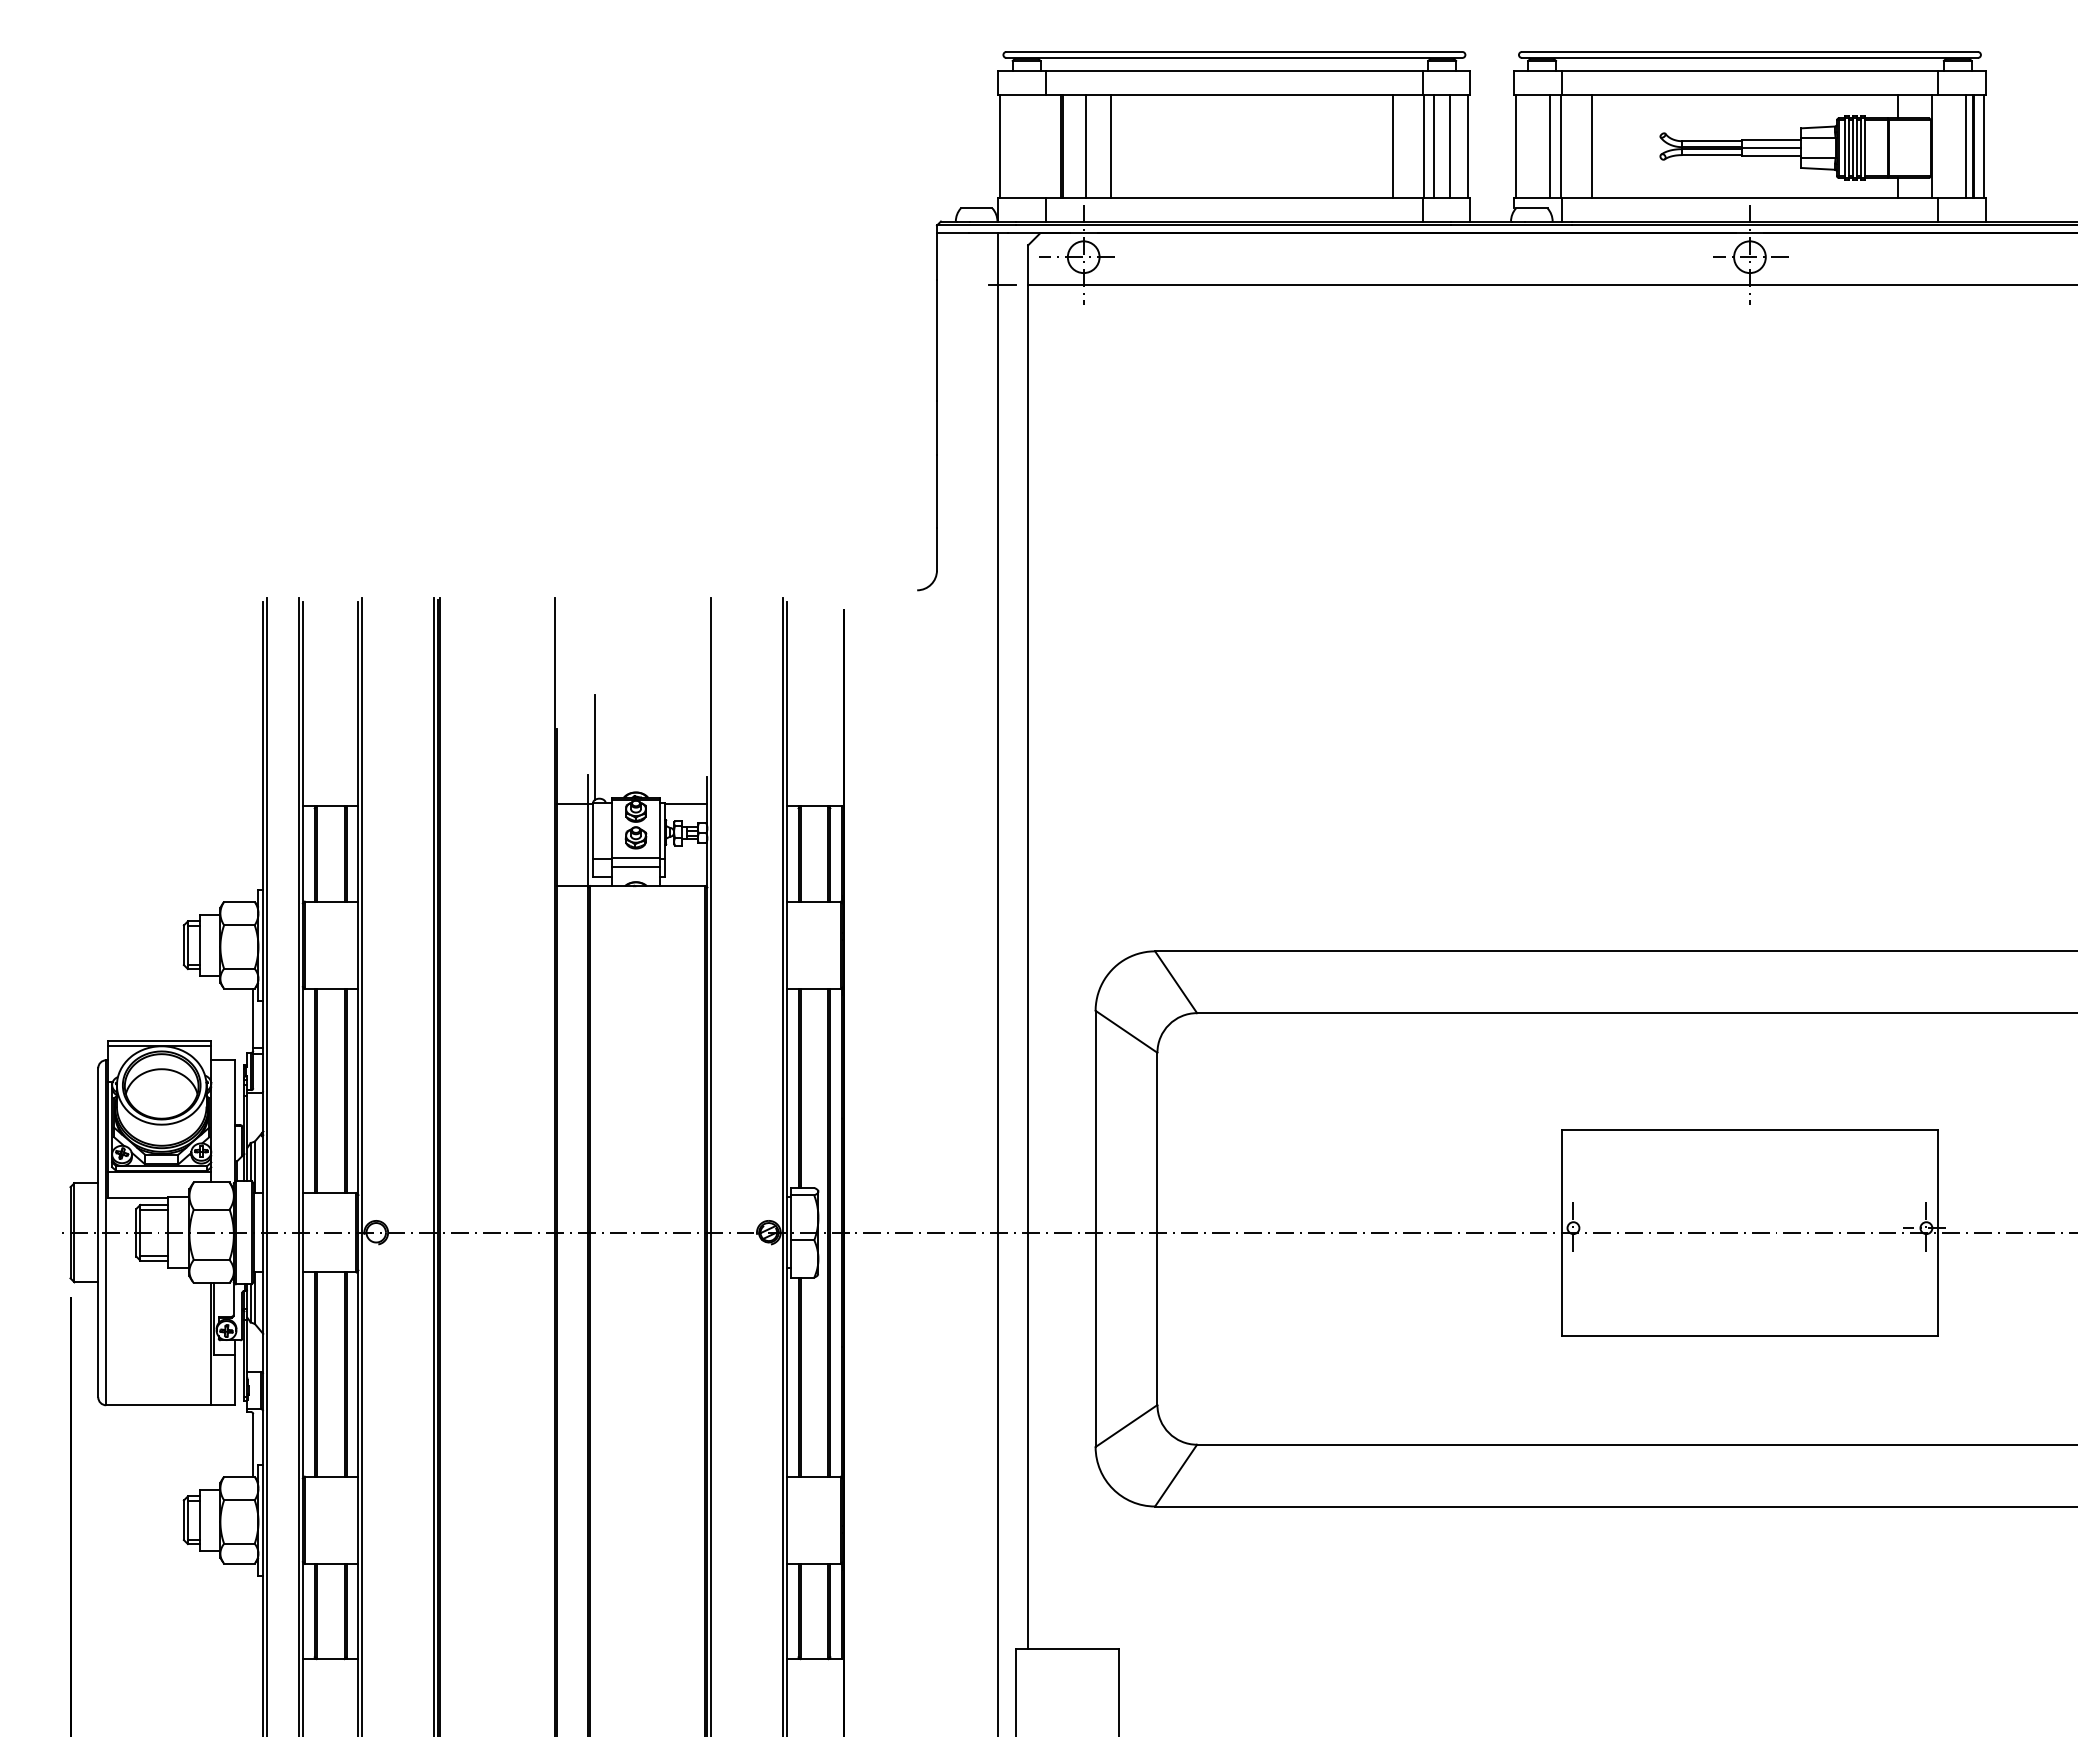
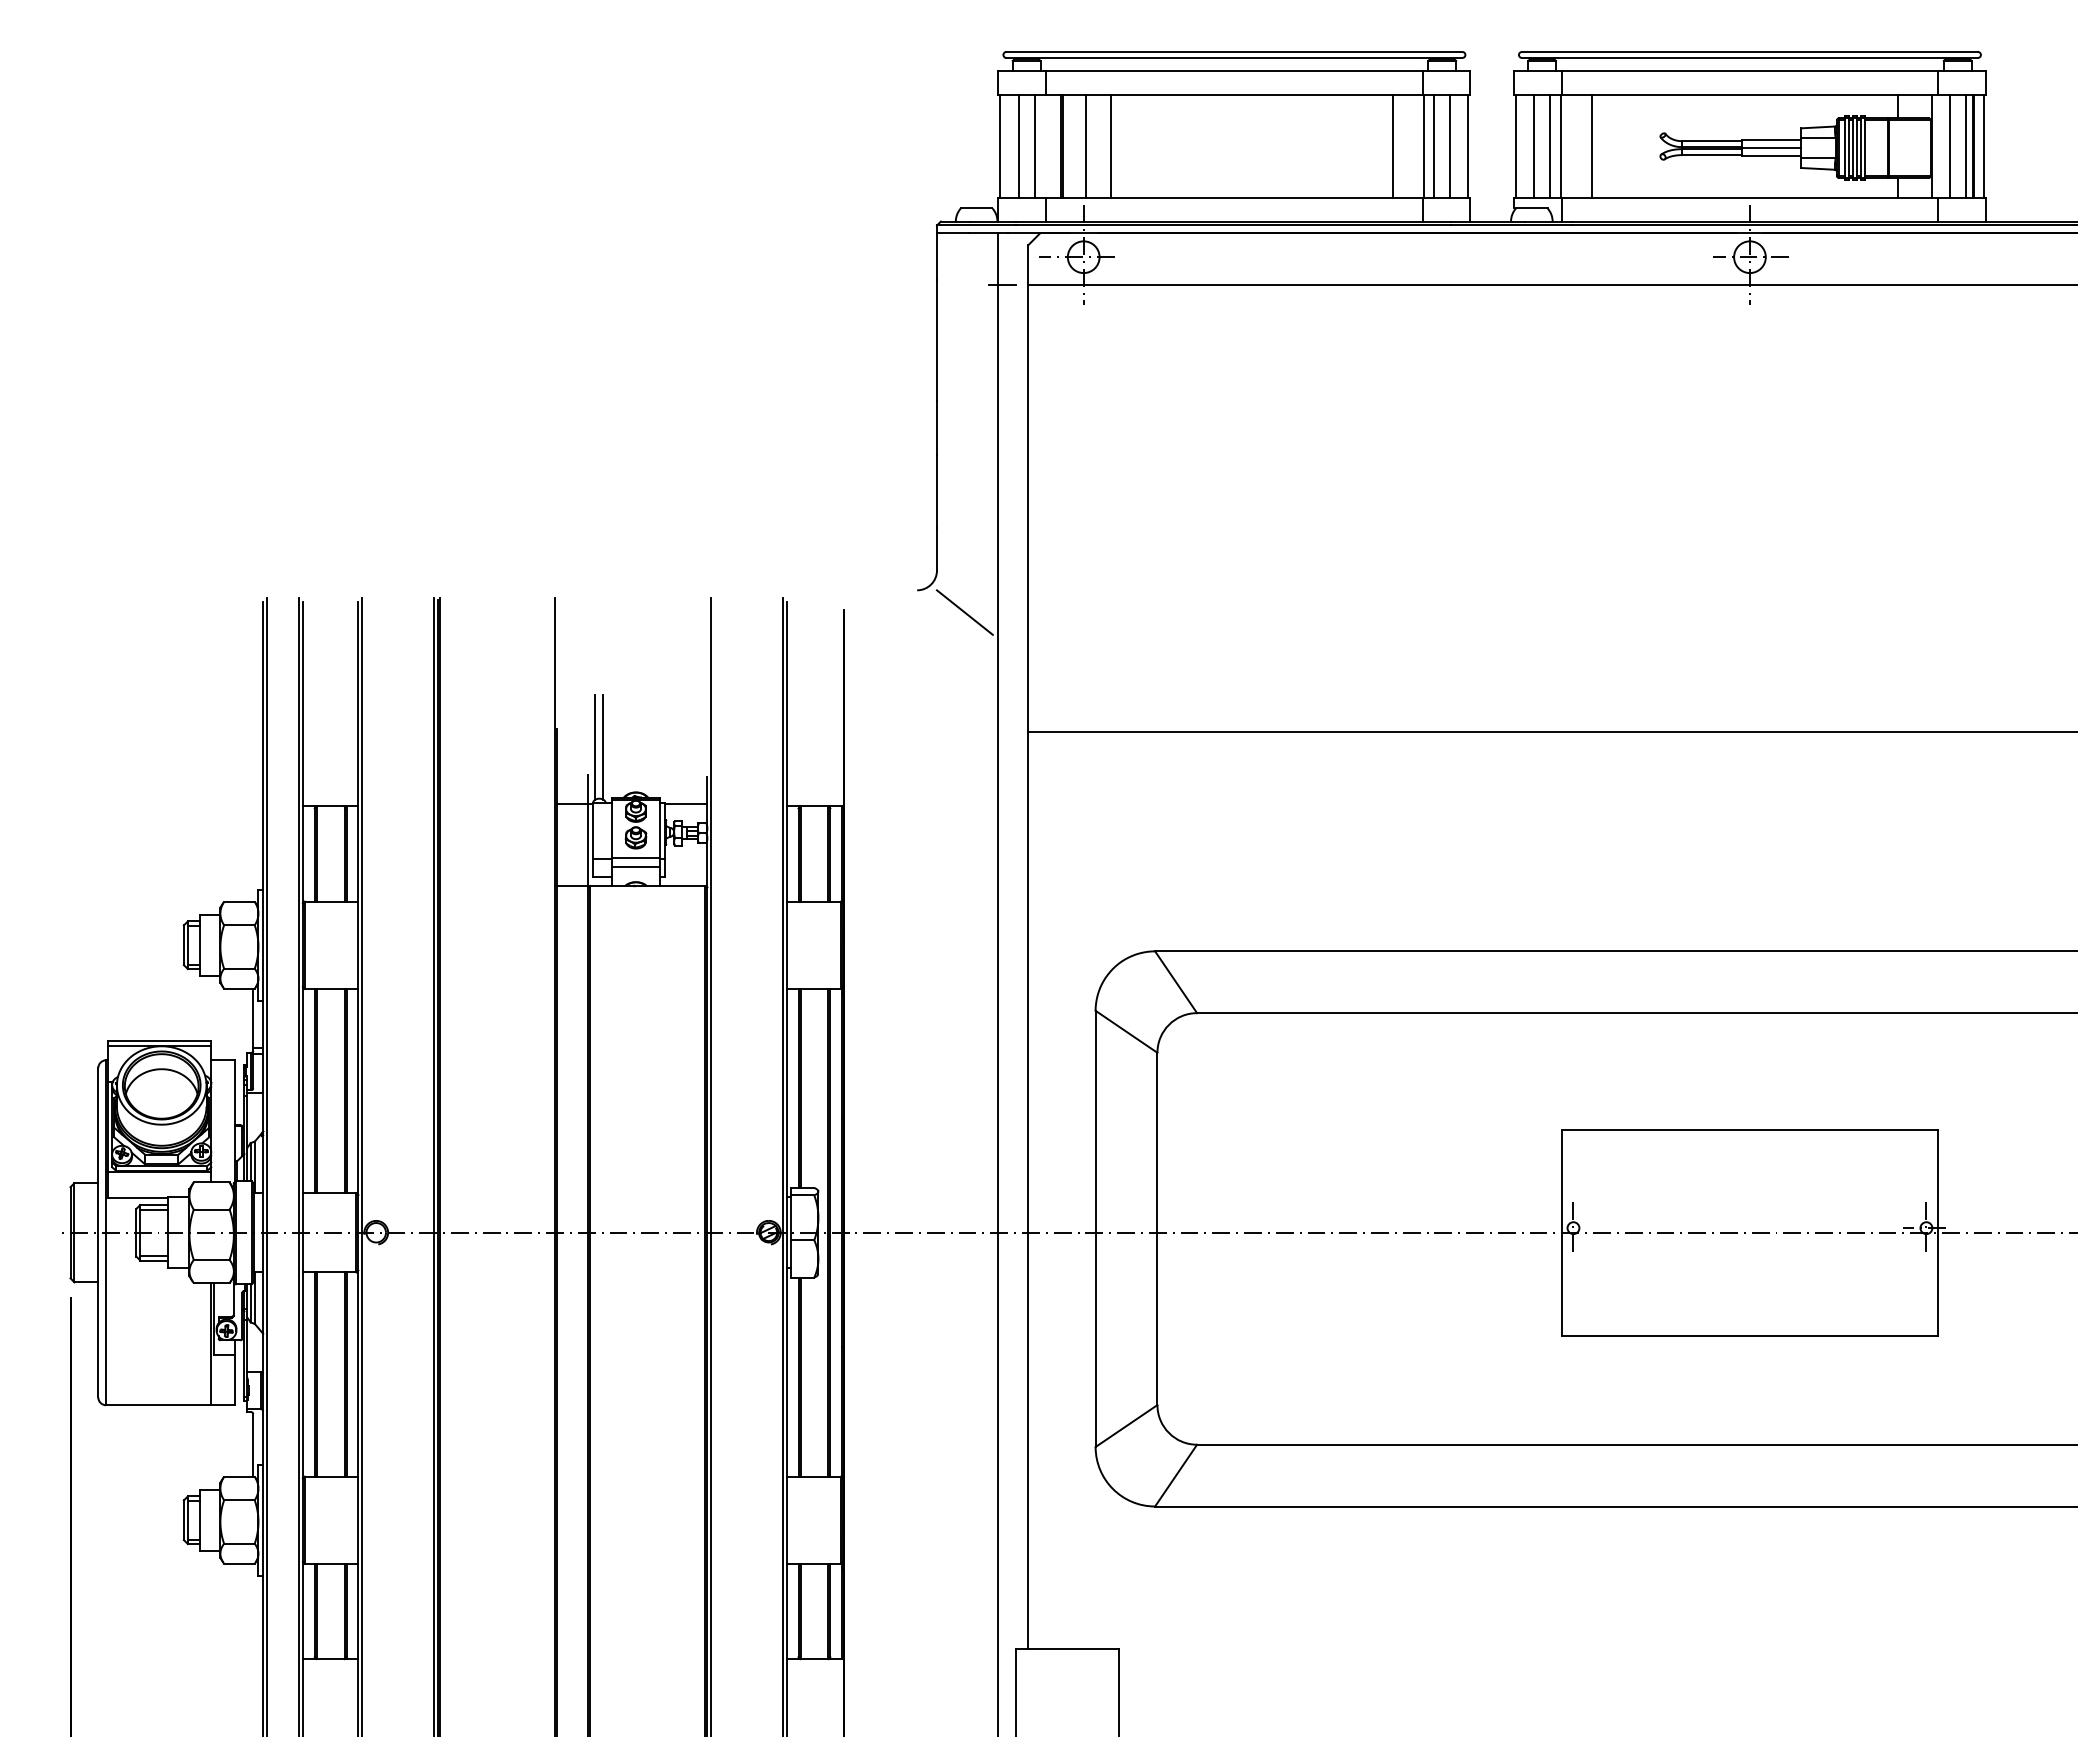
line at (1018, 145): none -> present
line at (1034, 145): none -> present
line at (1534, 145): none -> present
line at (1949, 145): none -> present
line at (964, 612): none -> present
line at (1551, 732): none -> present
line at (603, 746): none -> present
